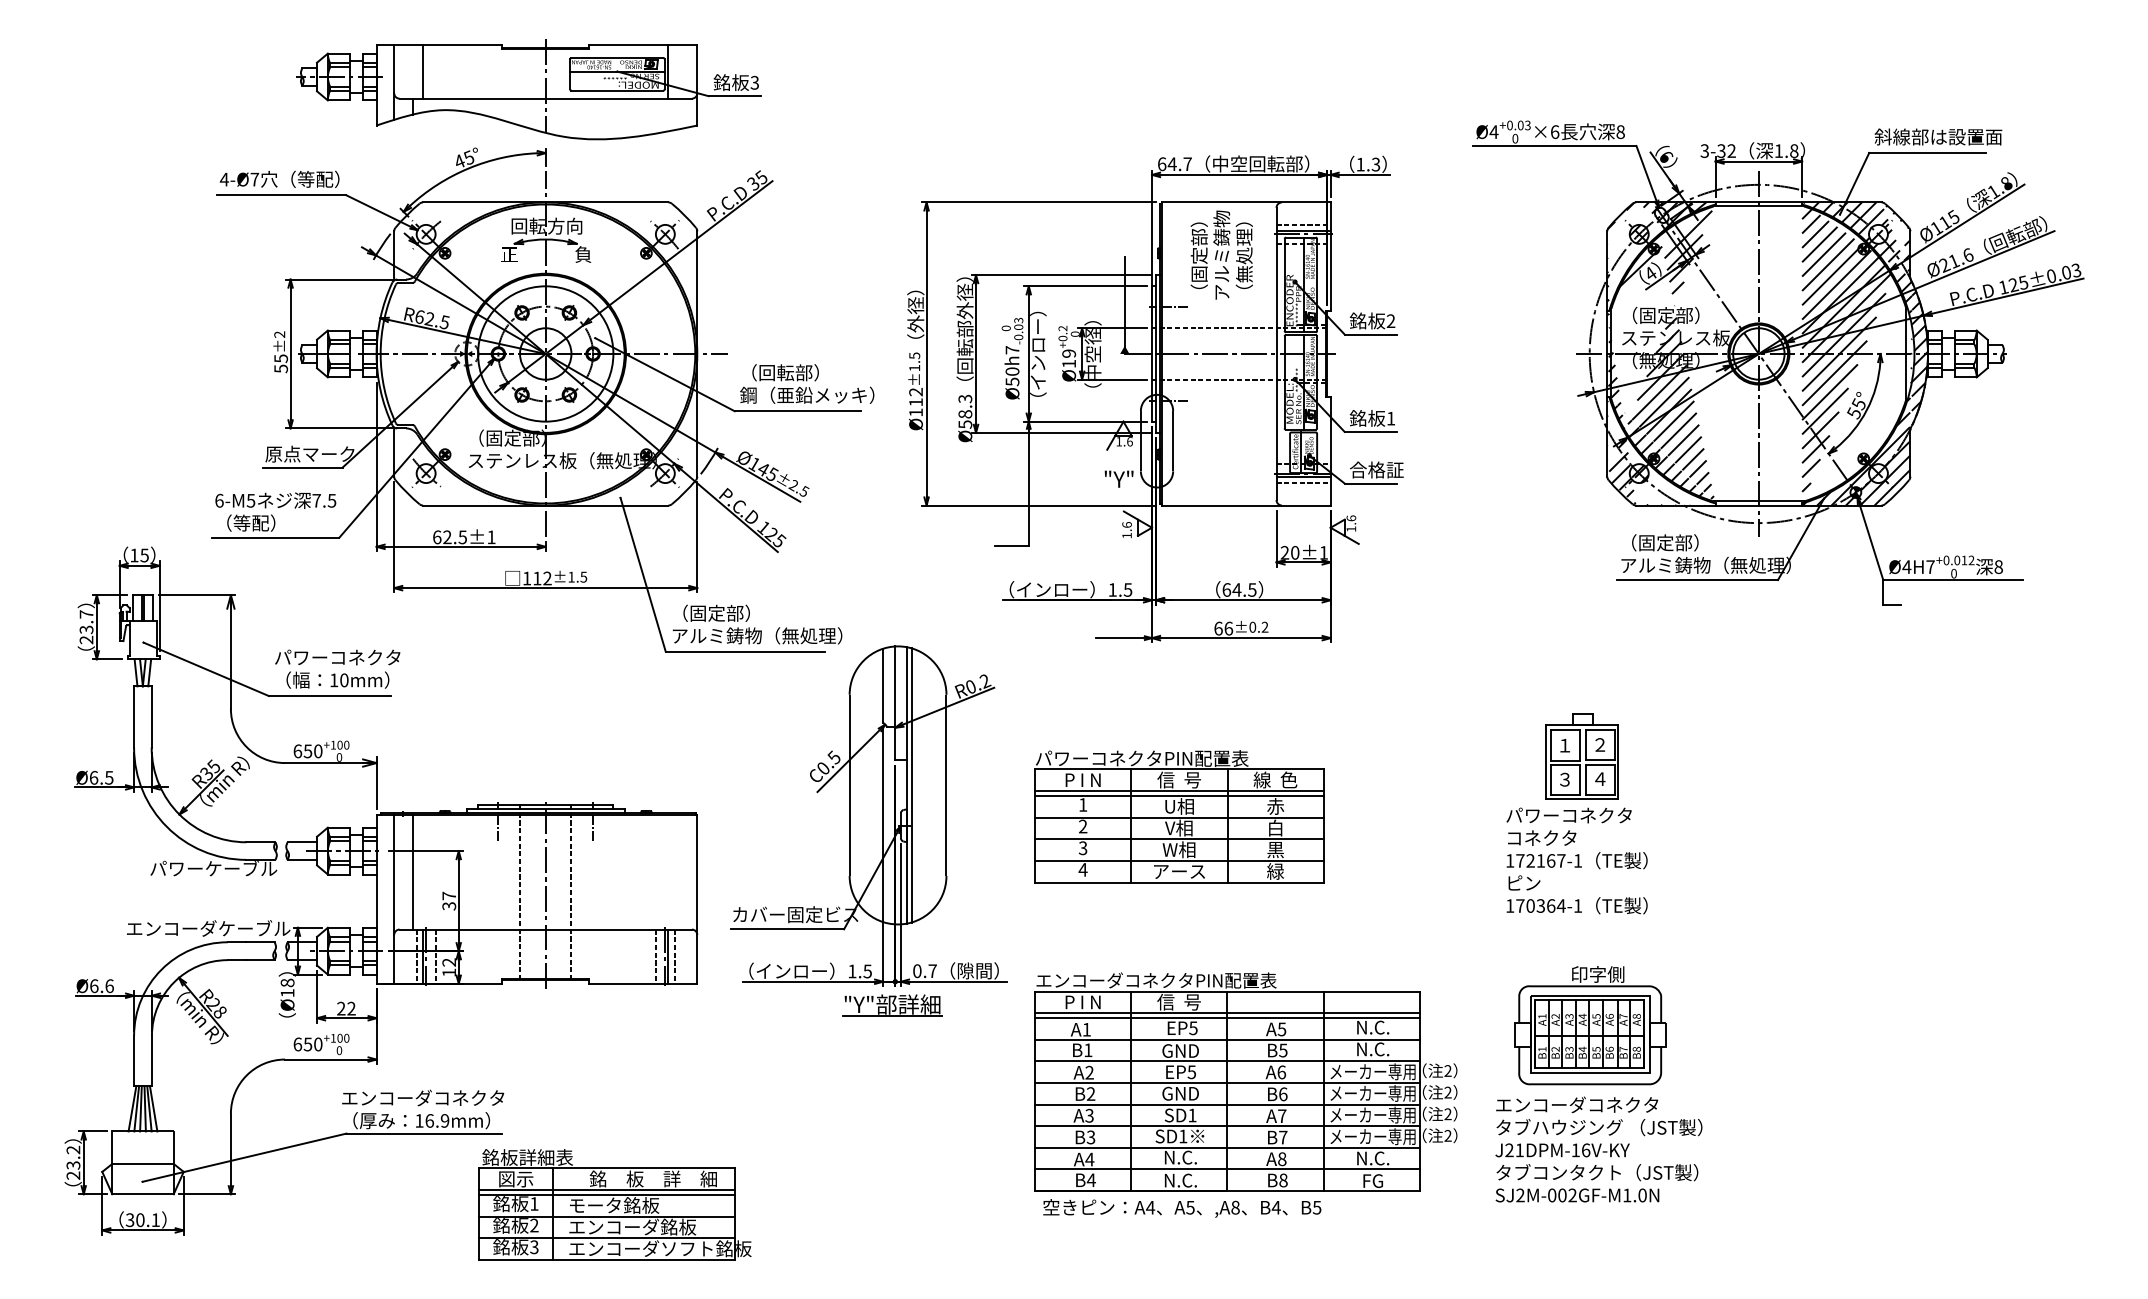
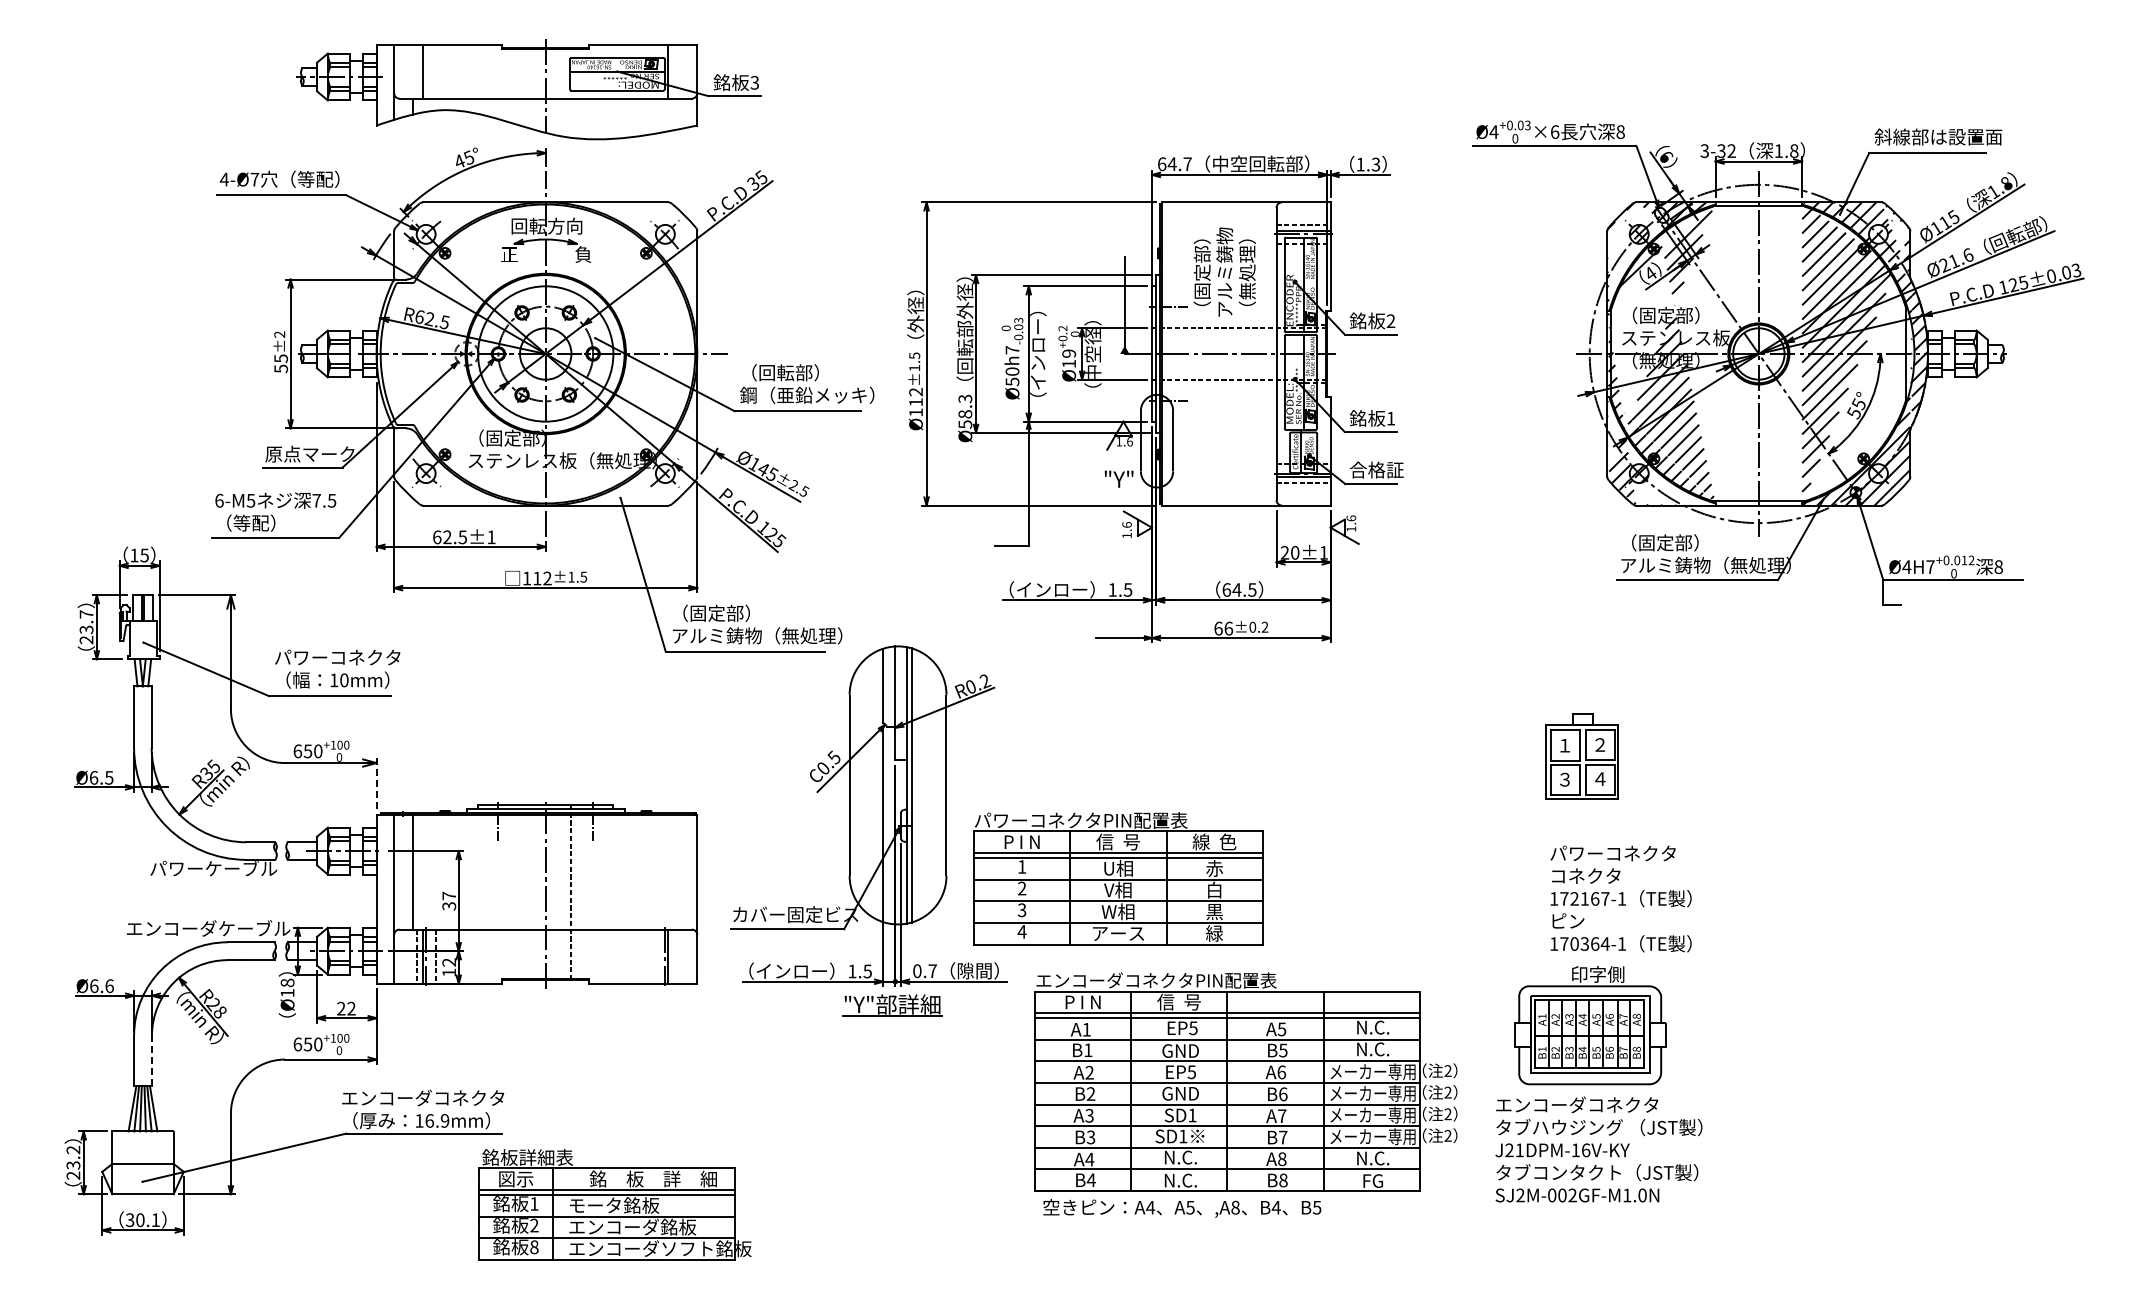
text at (1221, 254) position: (1221, 254) -> (1224, 271)
line at (376, 782): solid -> dashed
part at (1179, 816) position: (1179, 816) -> (1118, 878)
text at (1576, 860) position: (1576, 860) -> (1620, 898)
line at (520, 892): present -> none
line at (655, 956): present -> none
line at (674, 956): present -> none
line at (151, 1060): solid -> dashed
text at (534, 1246): 3 -> 8
